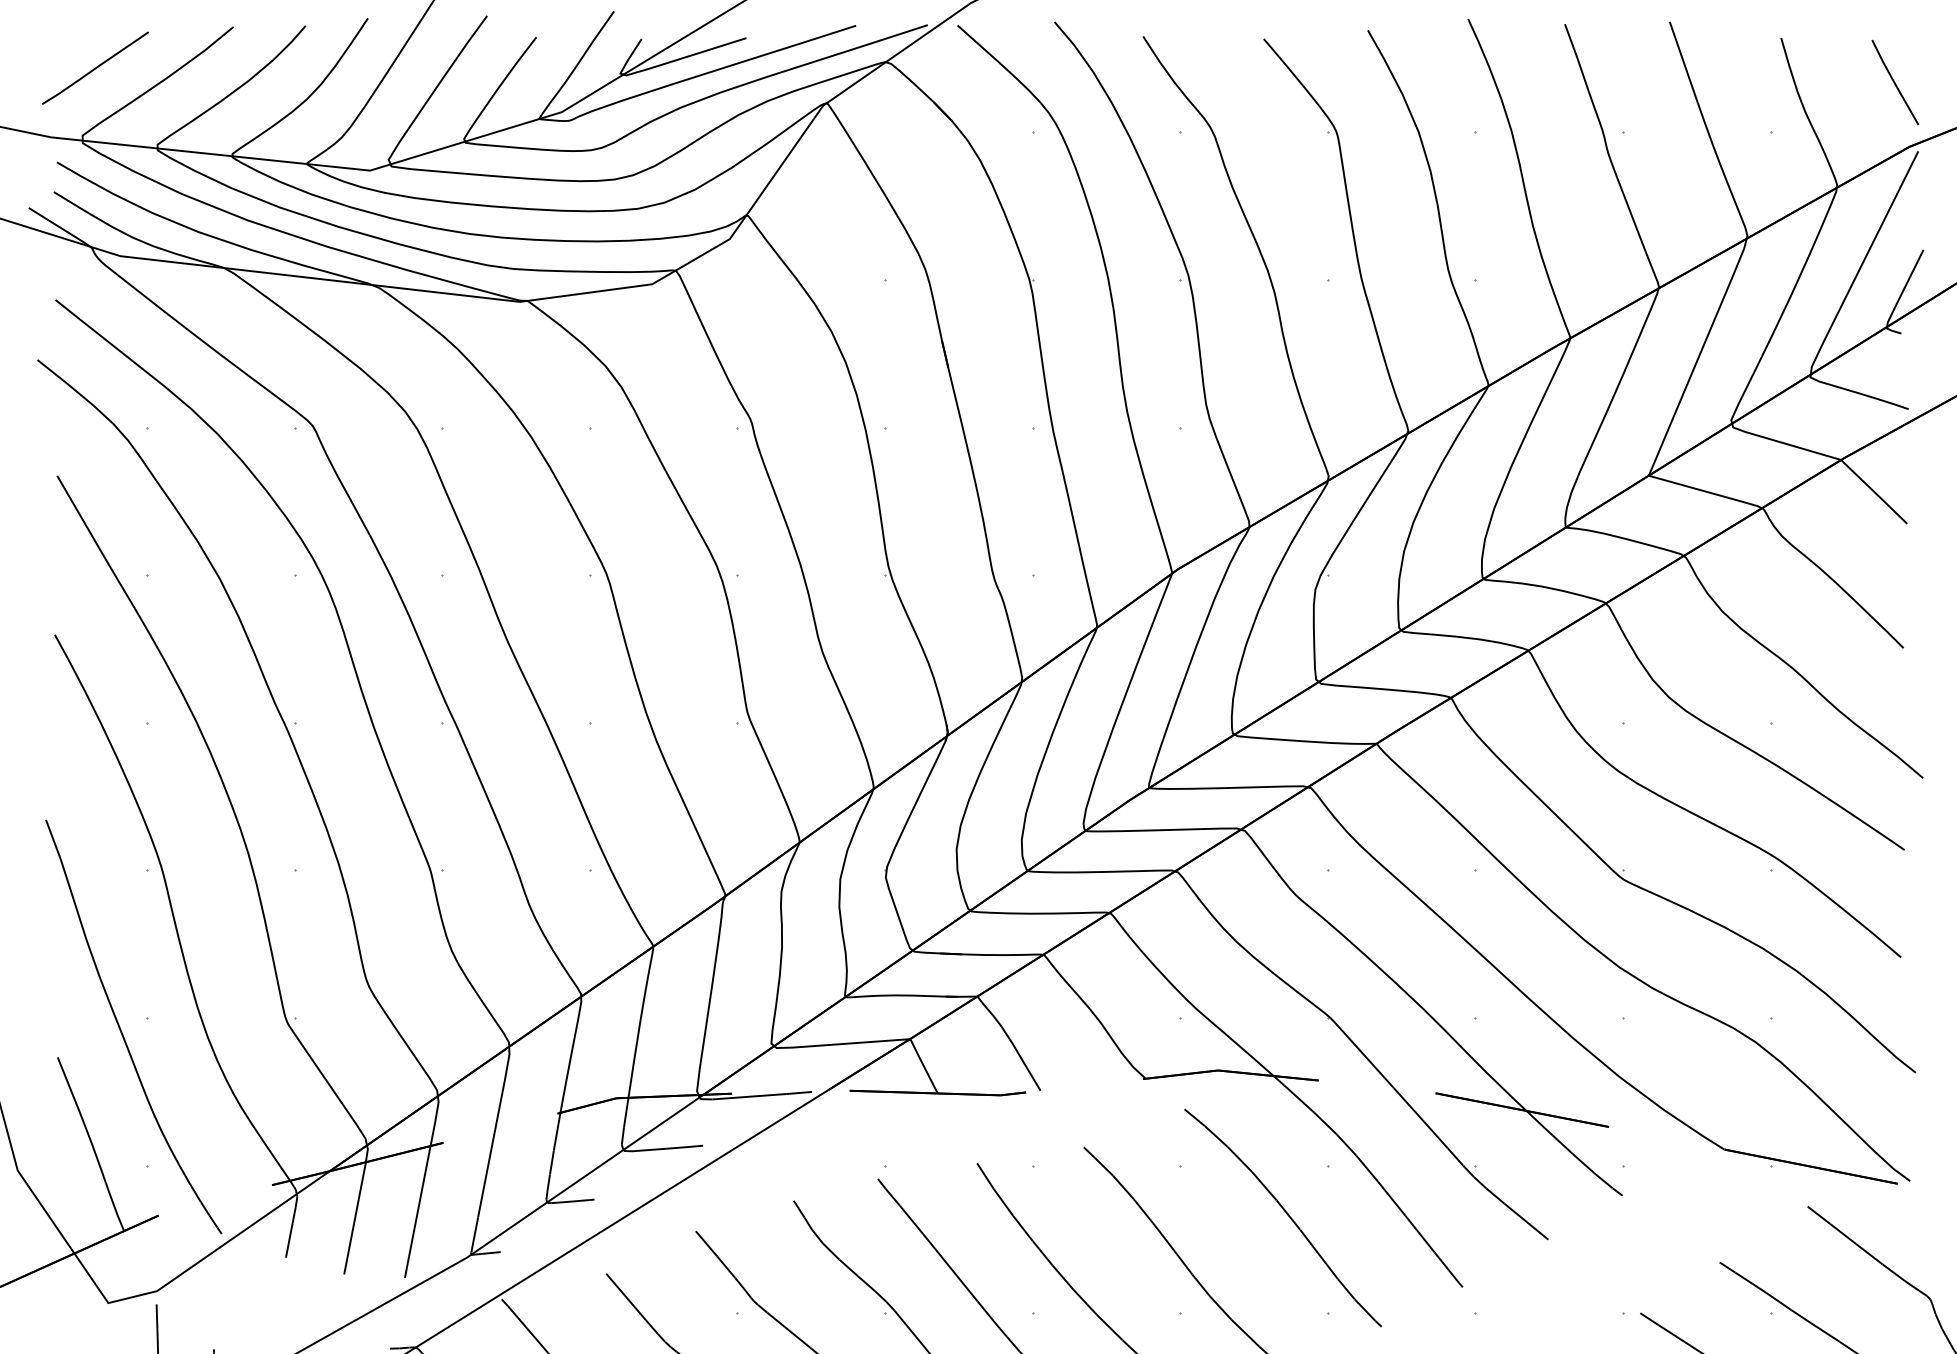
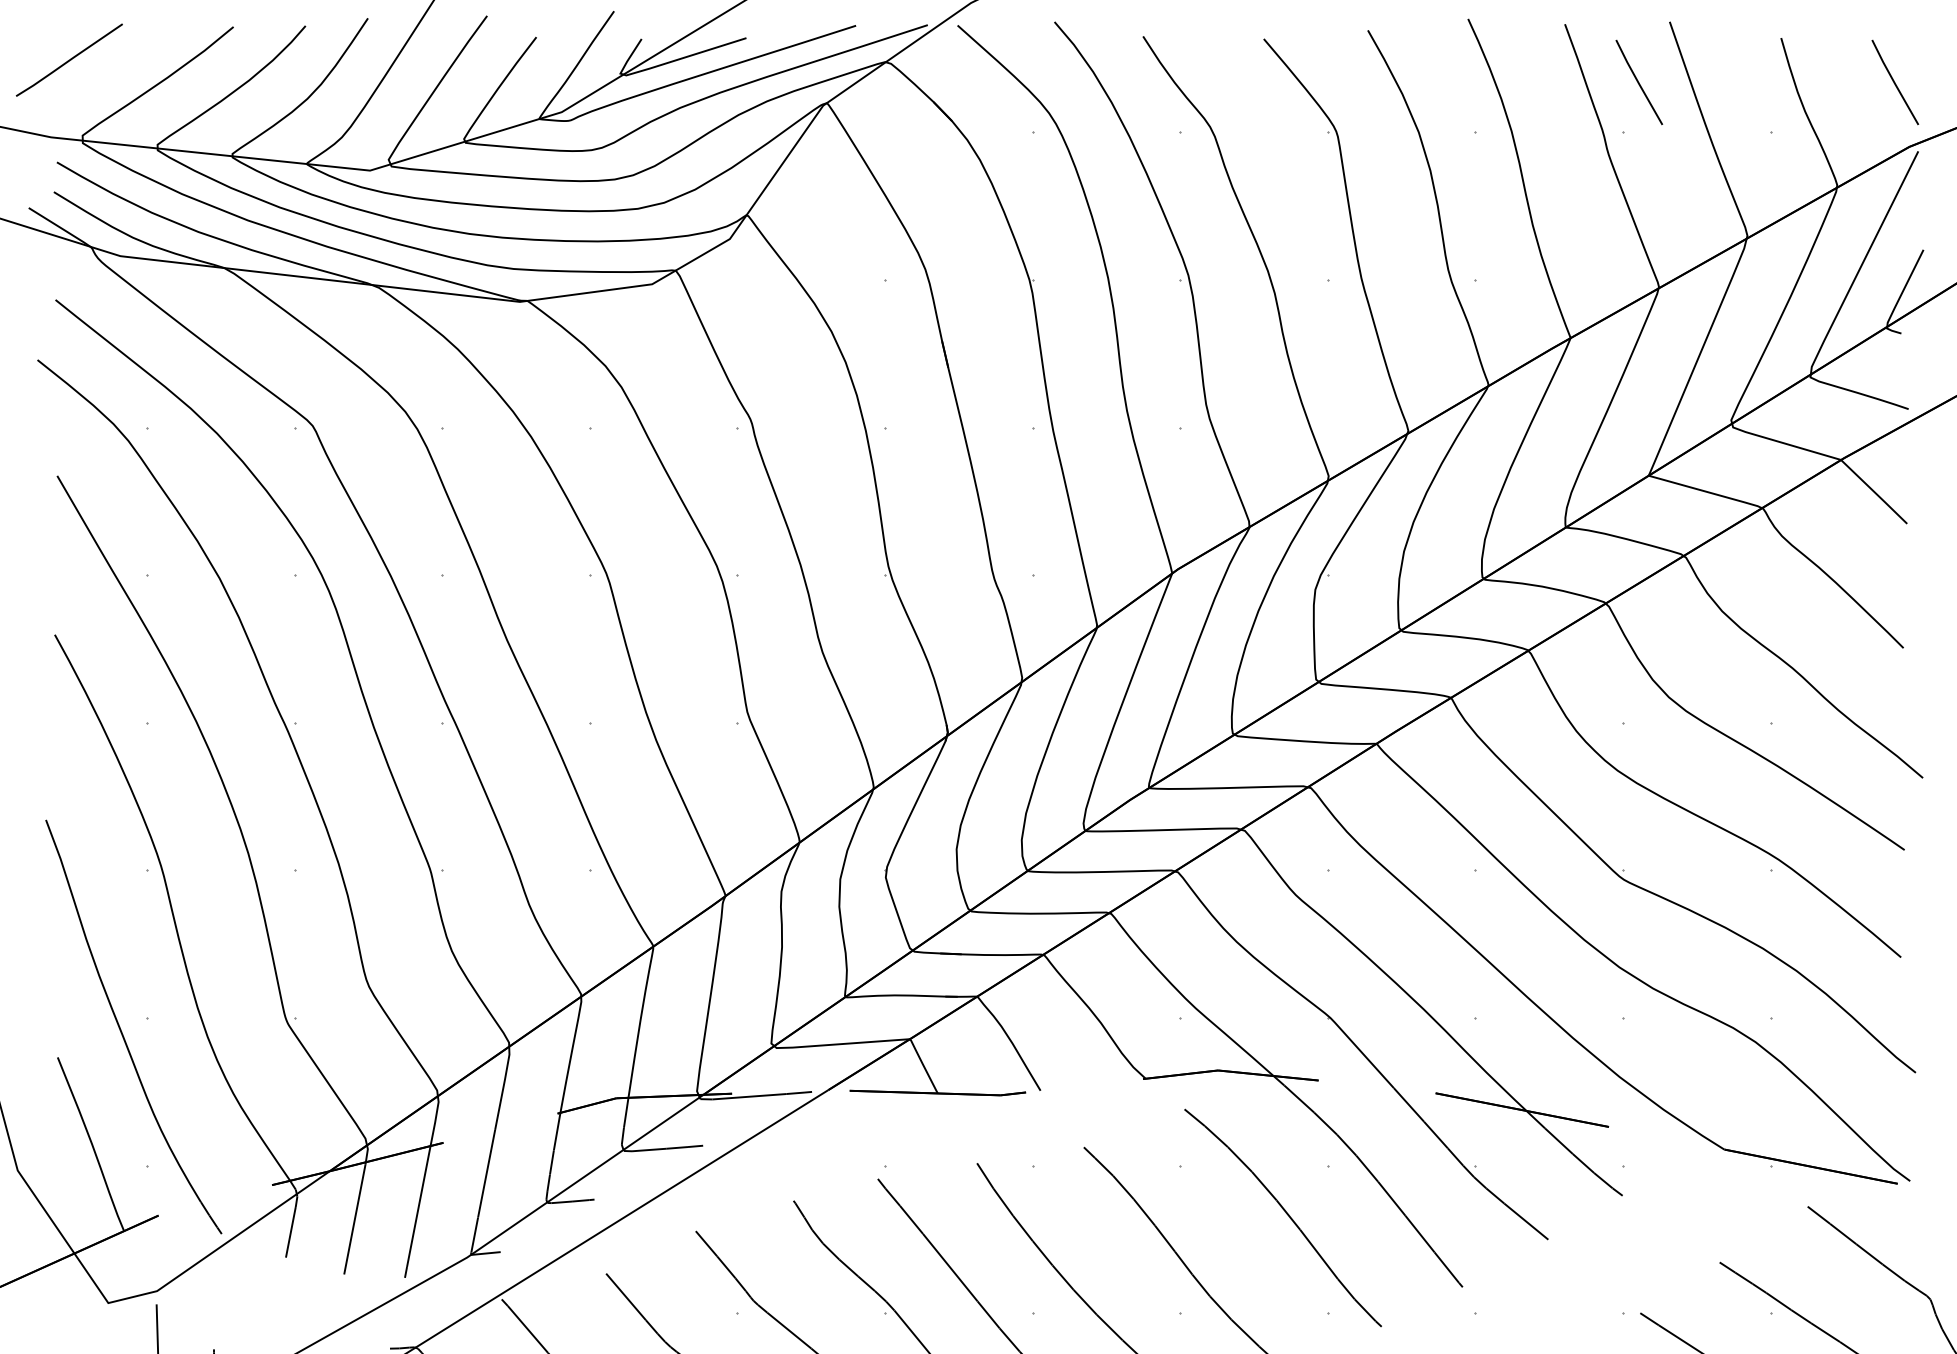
line at (95, 67) position: (95, 67) -> (69, 59)
line at (1639, 82): none -> present
